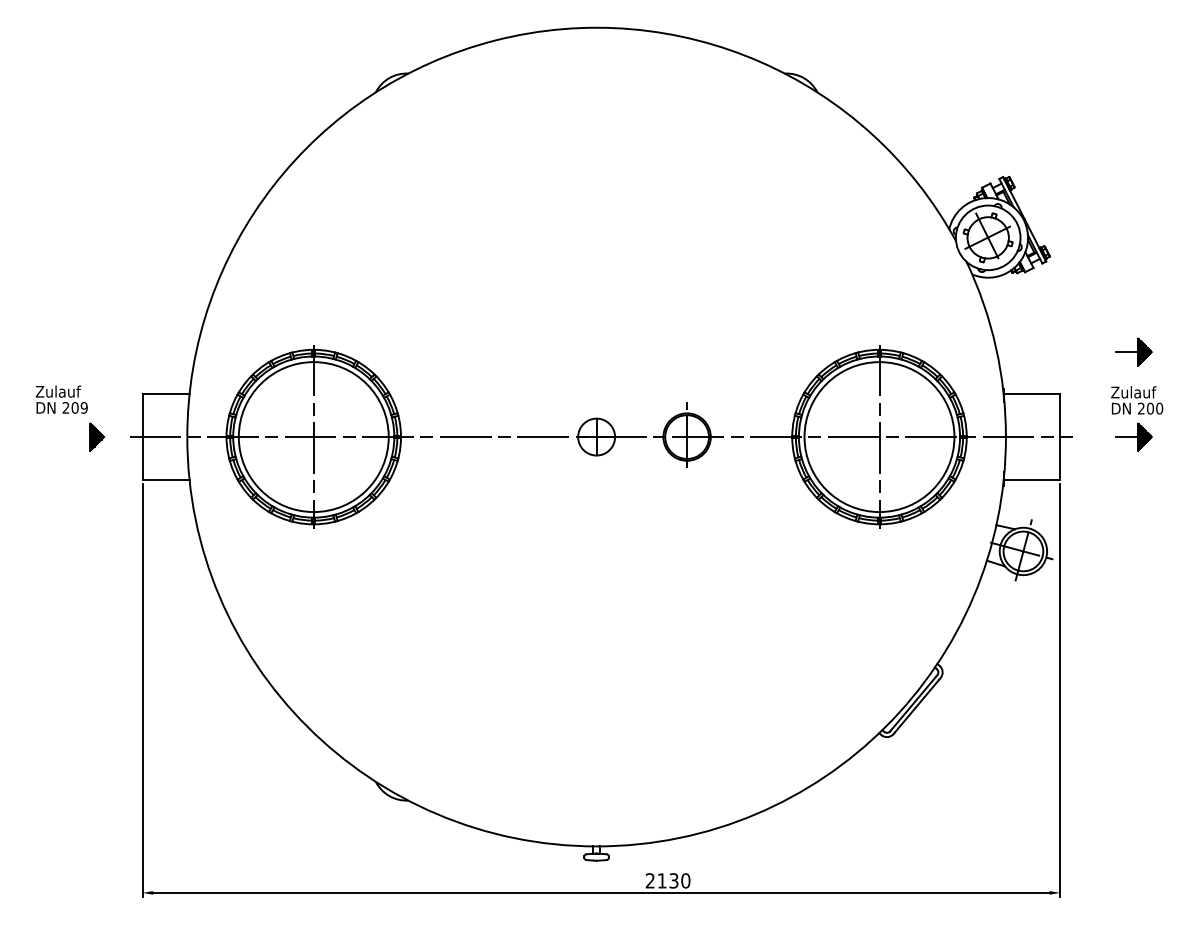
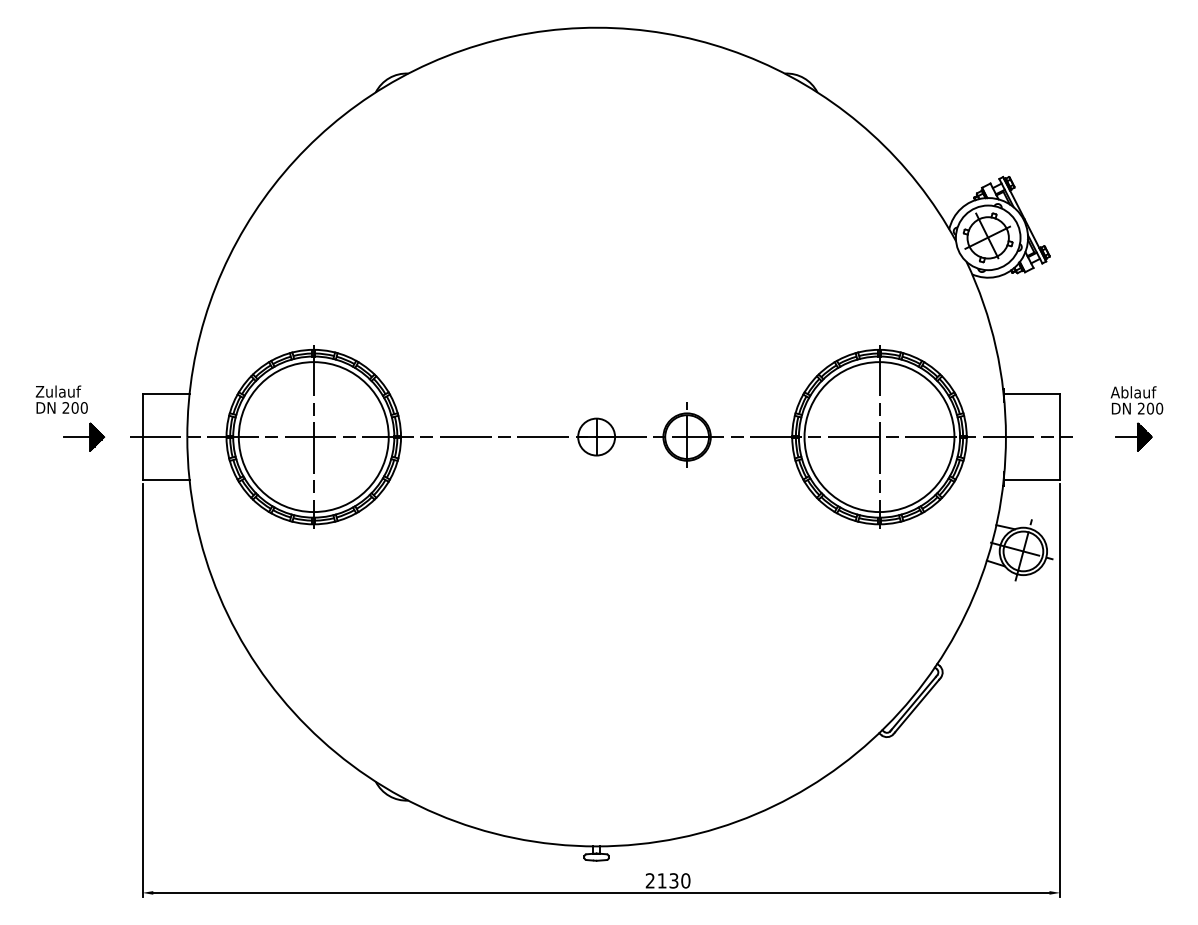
part at (1133, 351): present -> none
text at (1119, 392): Zulauf -> Ablauf
text at (83, 407): 209 -> 200
line at (77, 437): none -> present
